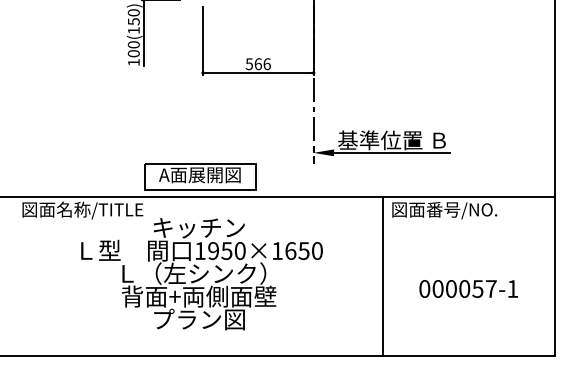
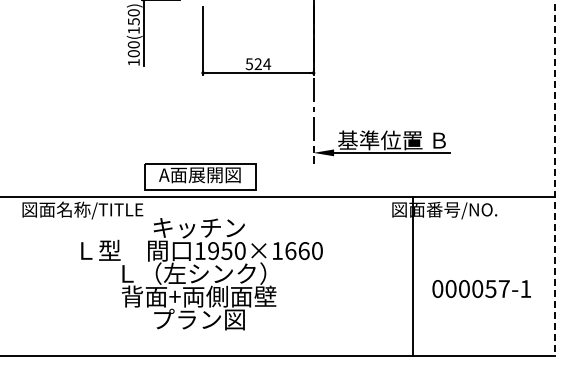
text at (262, 64): 566 -> 524
line at (554, 178): solid -> dashed
text at (303, 250): 1950×1650 -> 1950×1660
line at (383, 275) position: (383, 275) -> (413, 275)
text at (468, 288) position: (468, 288) -> (481, 288)
